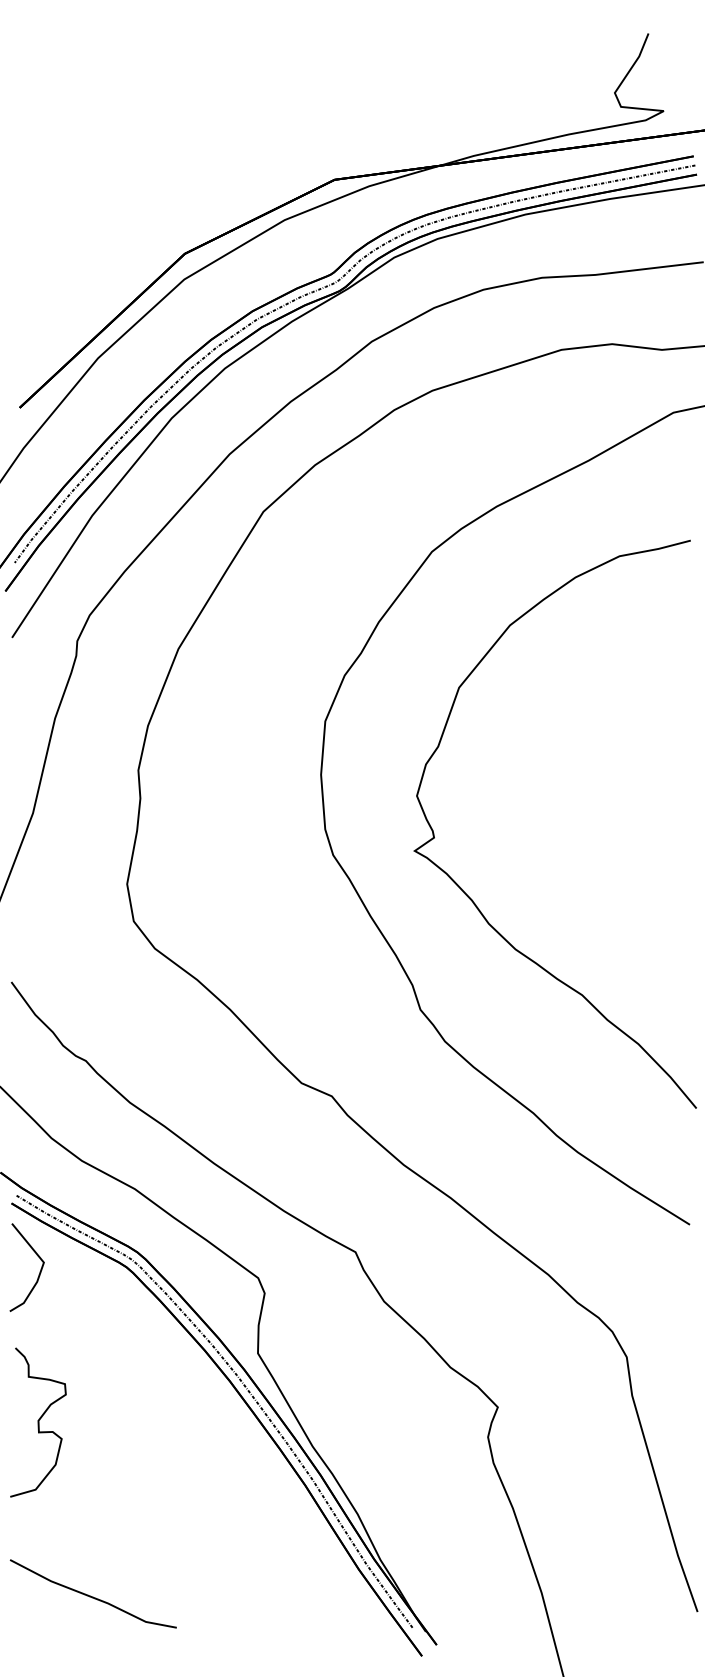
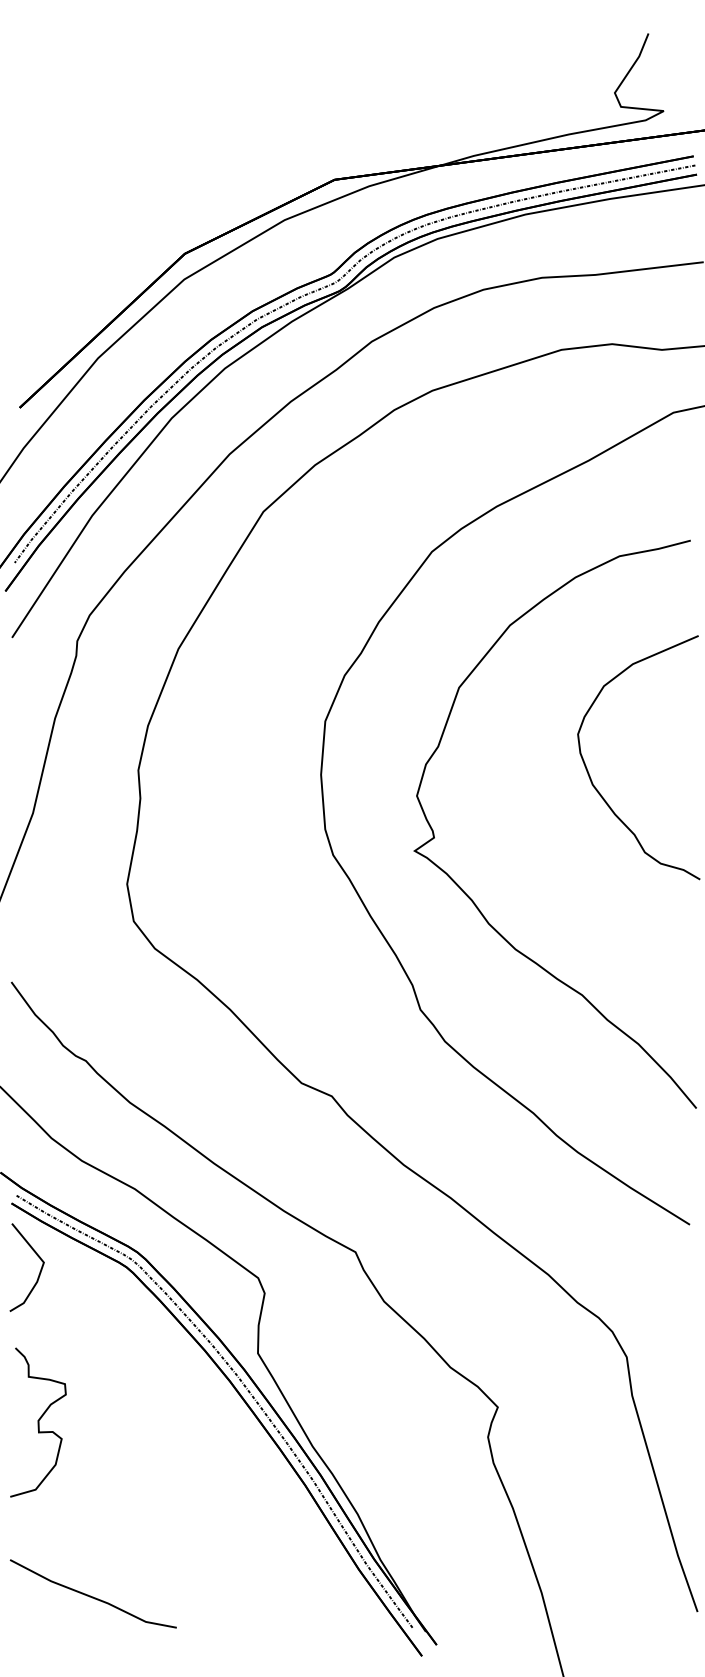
curve at (590, 775): none -> present
